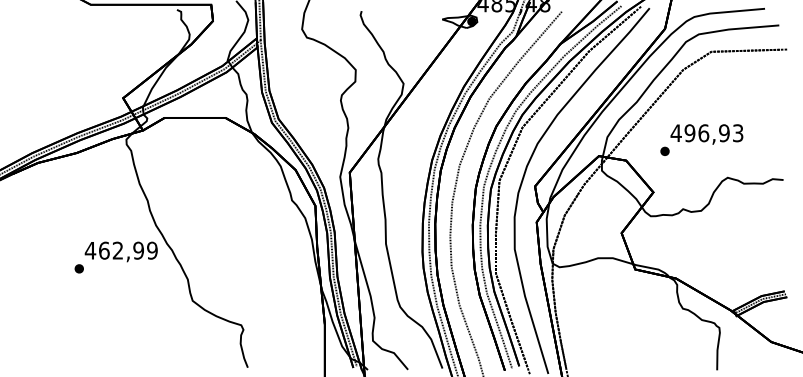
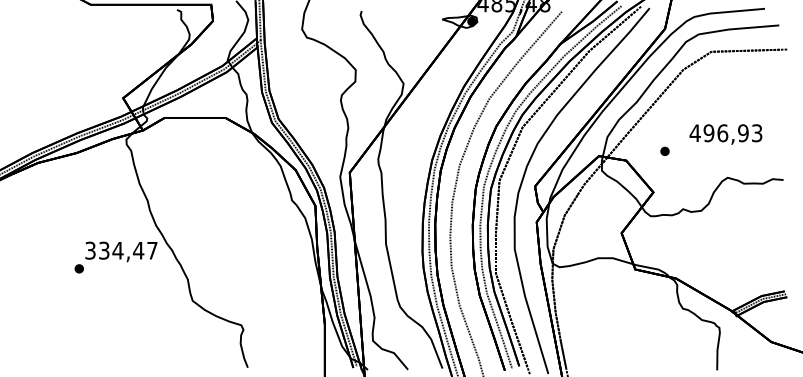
text at (706, 134) position: (706, 134) -> (725, 134)
text at (120, 250): 462,99 -> 334,47
